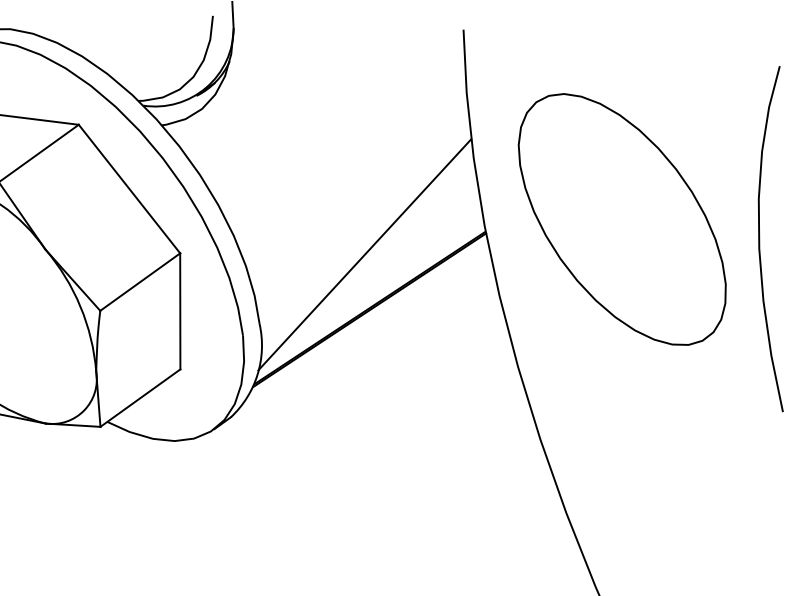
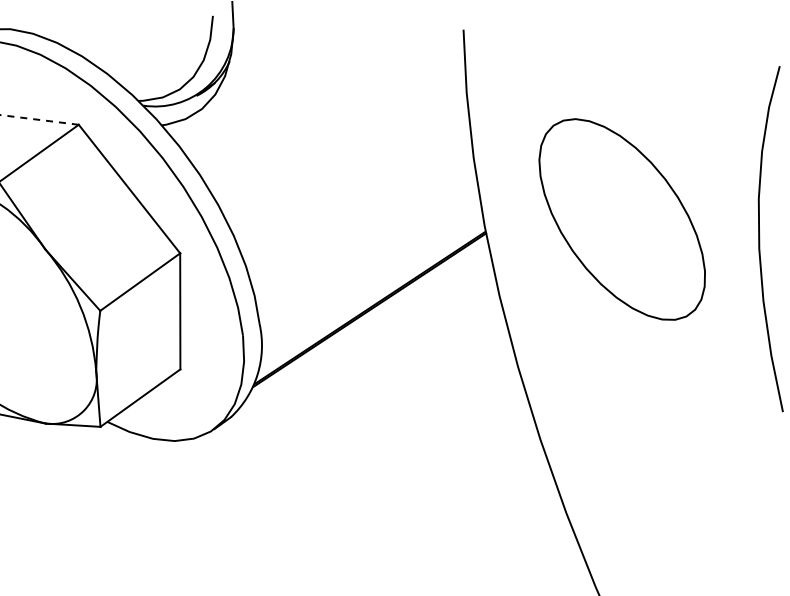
line at (39, 119): solid -> dashed
part at (621, 219) size: 210x253 px -> 168x203 px
line at (364, 254): present -> none
